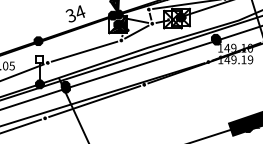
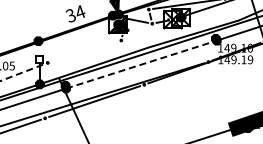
line at (136, 31): present -> none
line at (84, 51): present -> none
line at (141, 64): solid -> dashed
line at (22, 72): solid -> dashed
